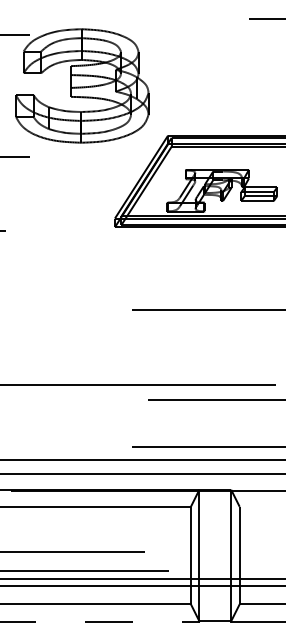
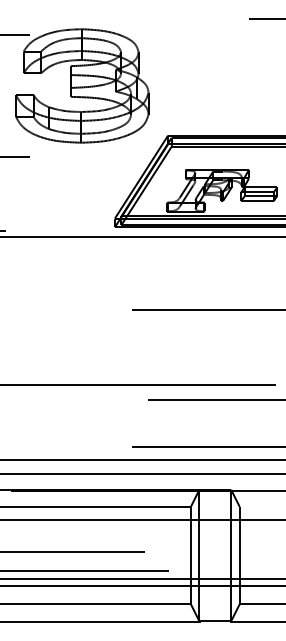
line at (142, 236): none -> present
line at (142, 520): none -> present
line at (100, 621): dashed -> solid
